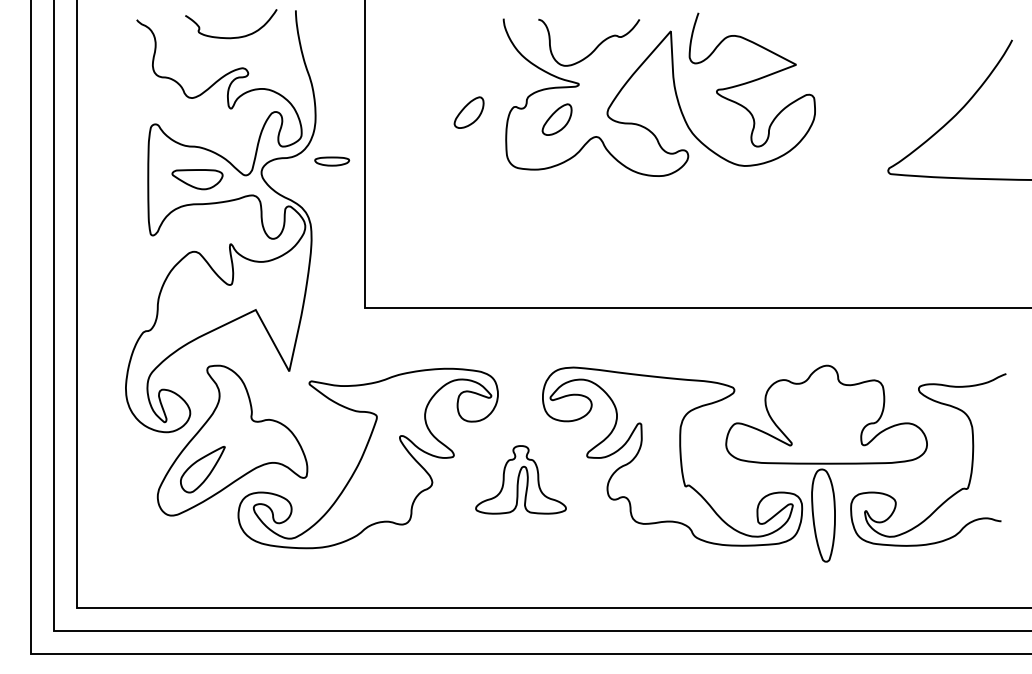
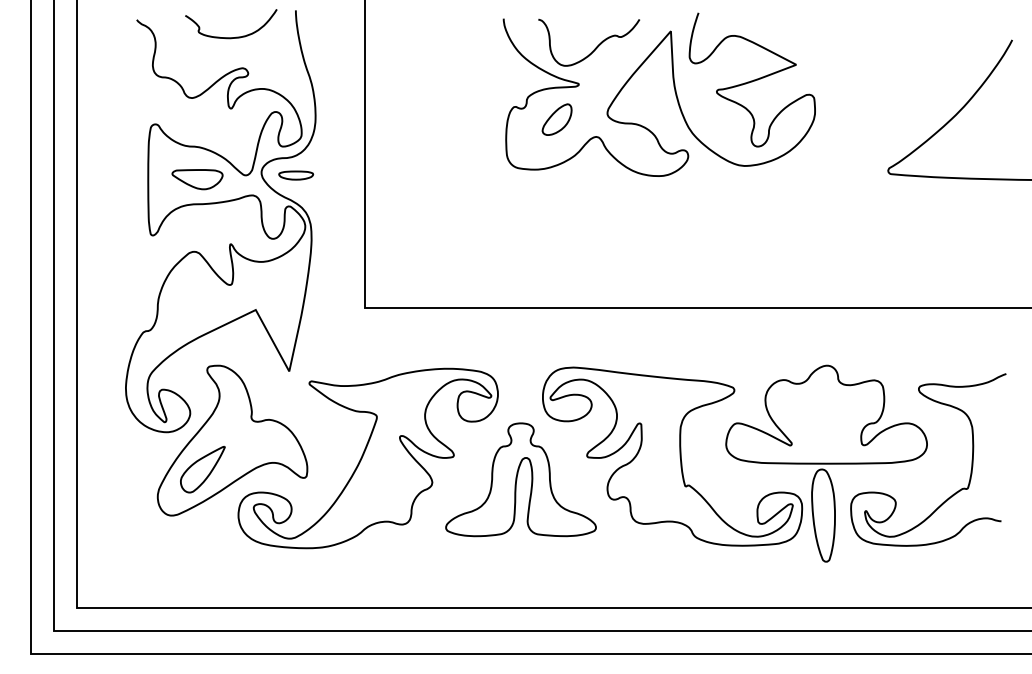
part at (468, 112): present -> none
part at (332, 161) position: (332, 161) -> (296, 175)
part at (520, 479) size: 92x70 px -> 152x116 px
